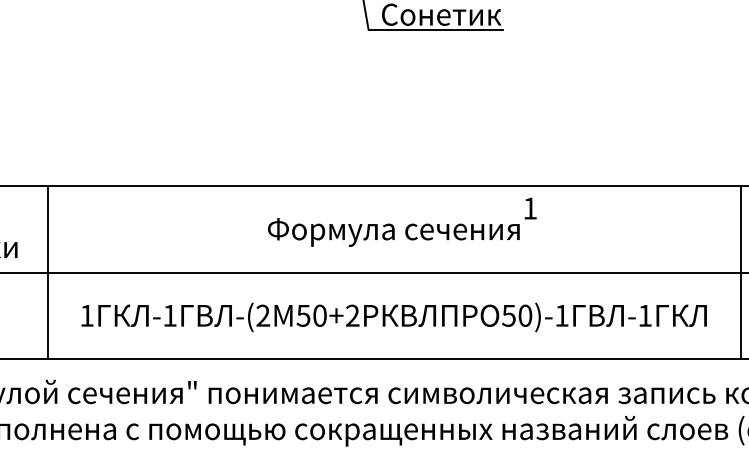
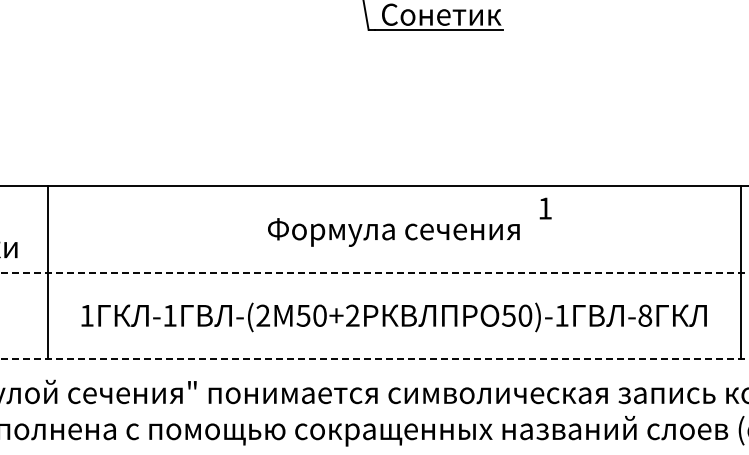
text at (530, 208) position: (530, 208) -> (545, 208)
line at (374, 272): solid -> dashed
text at (645, 315): -1 -> -8
line at (374, 359): solid -> dashed
